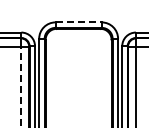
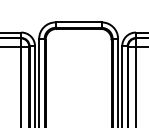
line at (79, 22): dashed -> solid
line at (21, 86): dashed -> solid
